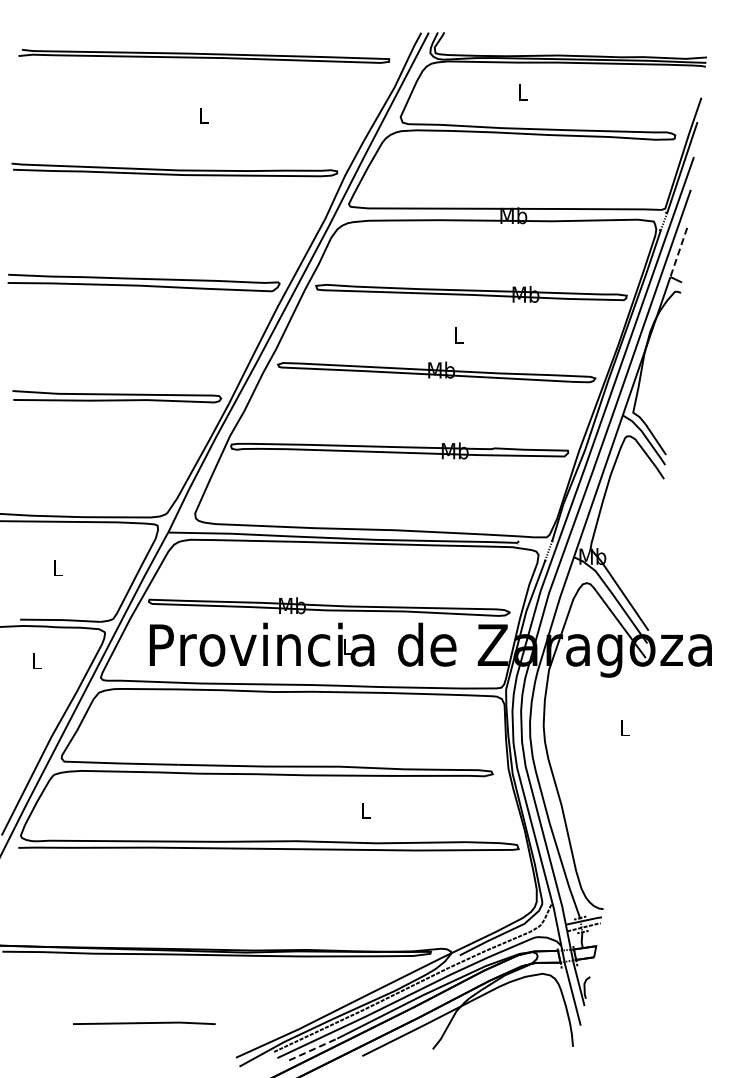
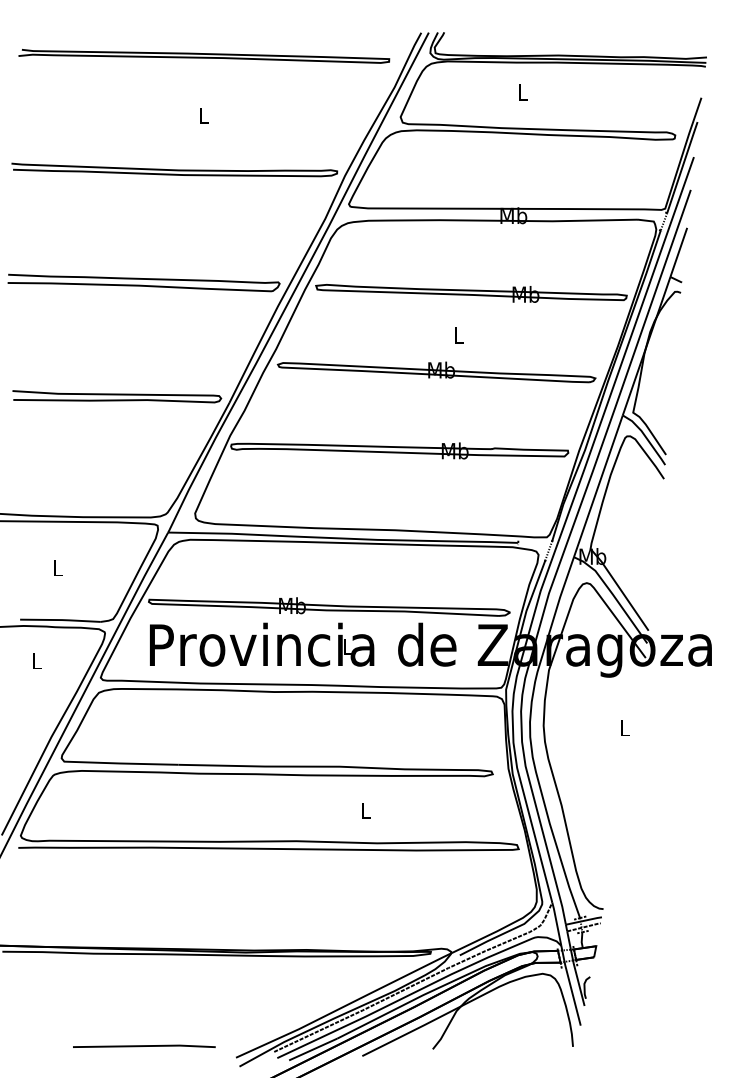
line at (678, 252): dashed -> solid
line at (144, 1022) position: (144, 1022) -> (144, 1045)
line at (313, 1049): dashed -> solid
